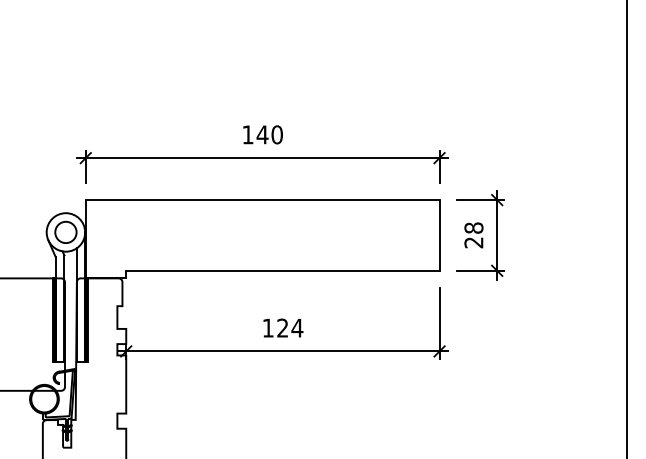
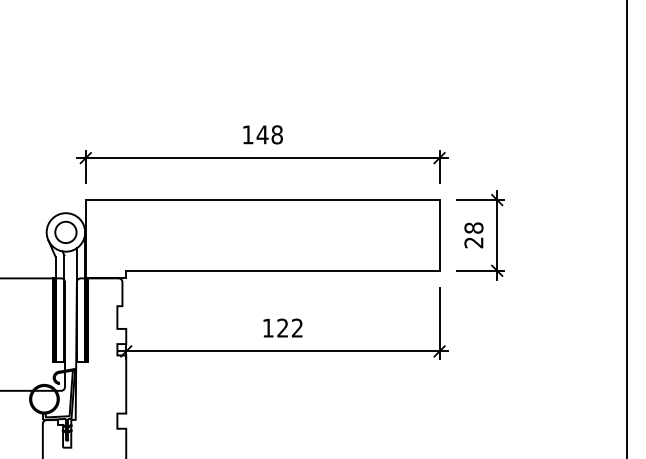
text at (276, 134): 140 -> 148
text at (297, 327): 124 -> 122
